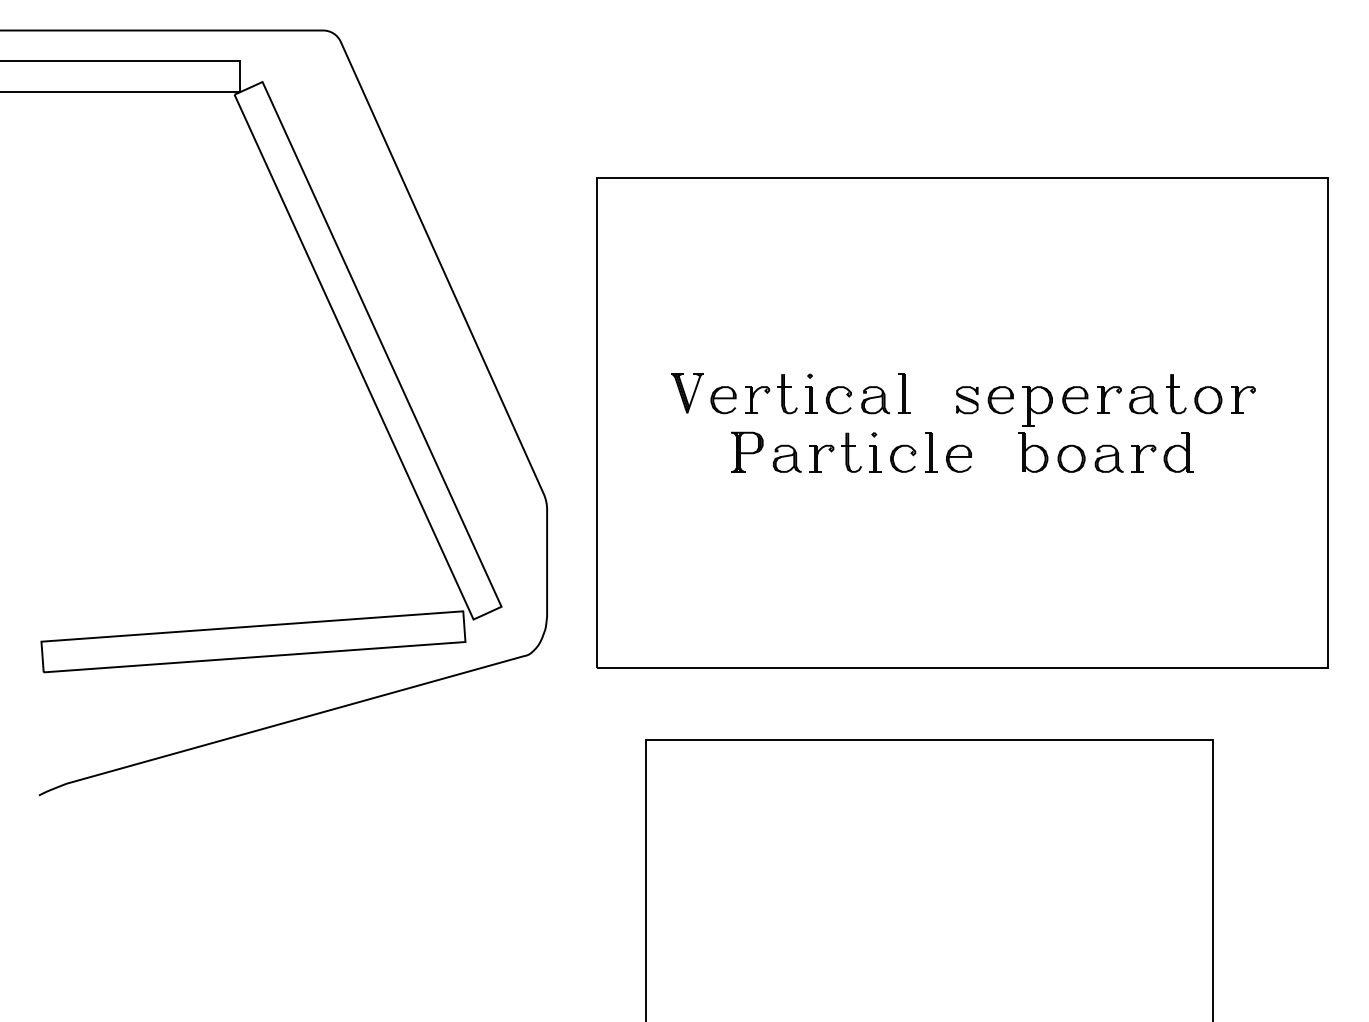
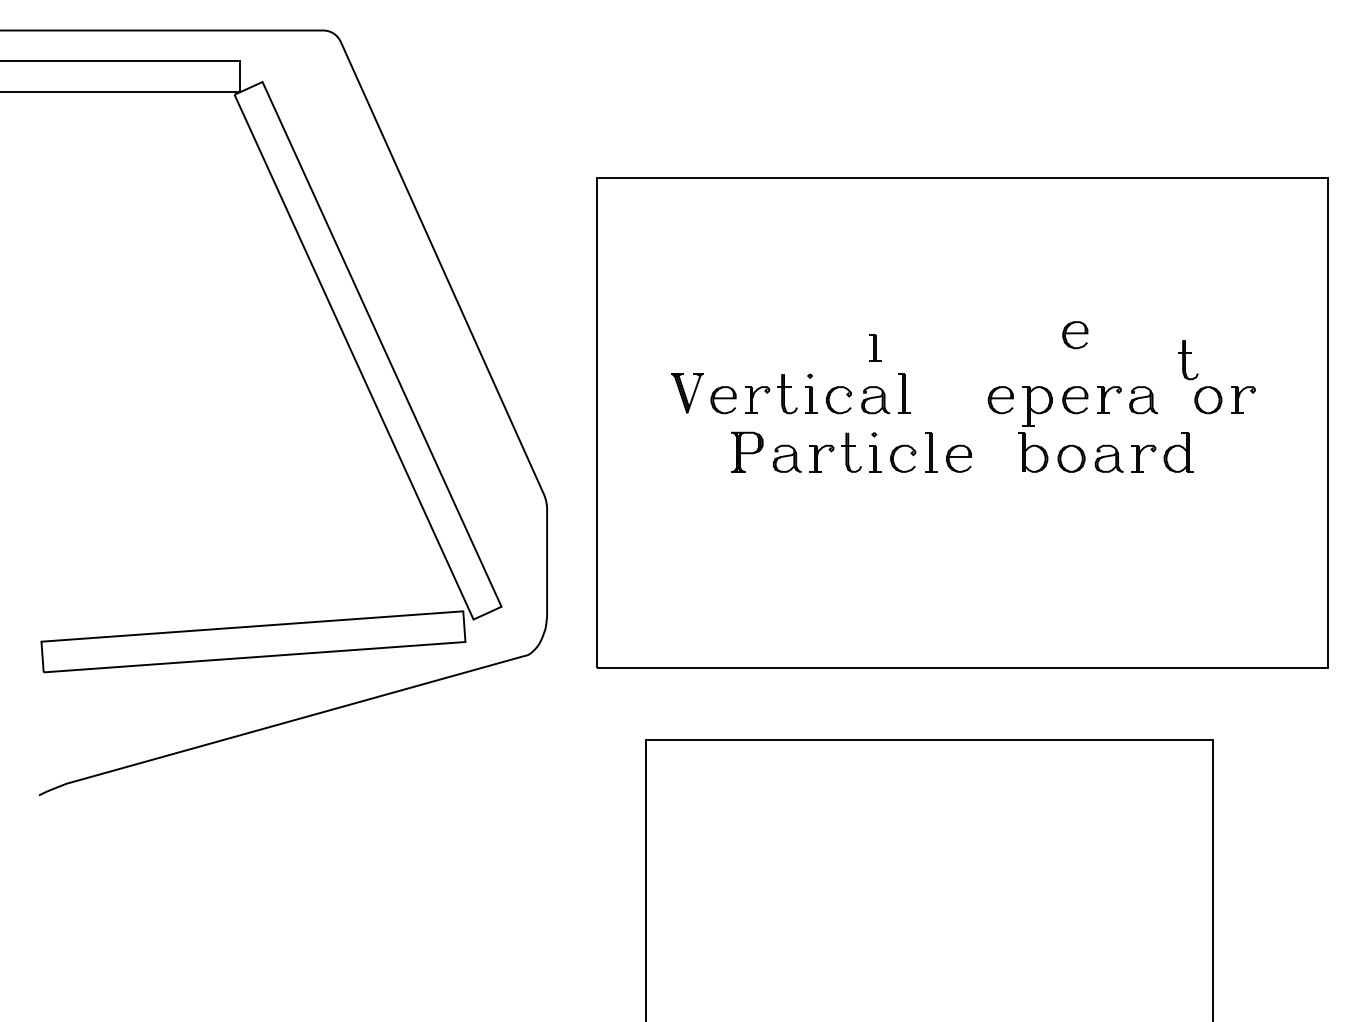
part at (1075, 335): none -> present
part at (875, 347): none -> present
part at (1176, 394) position: (1176, 394) -> (1188, 360)
part at (967, 400): present -> none
